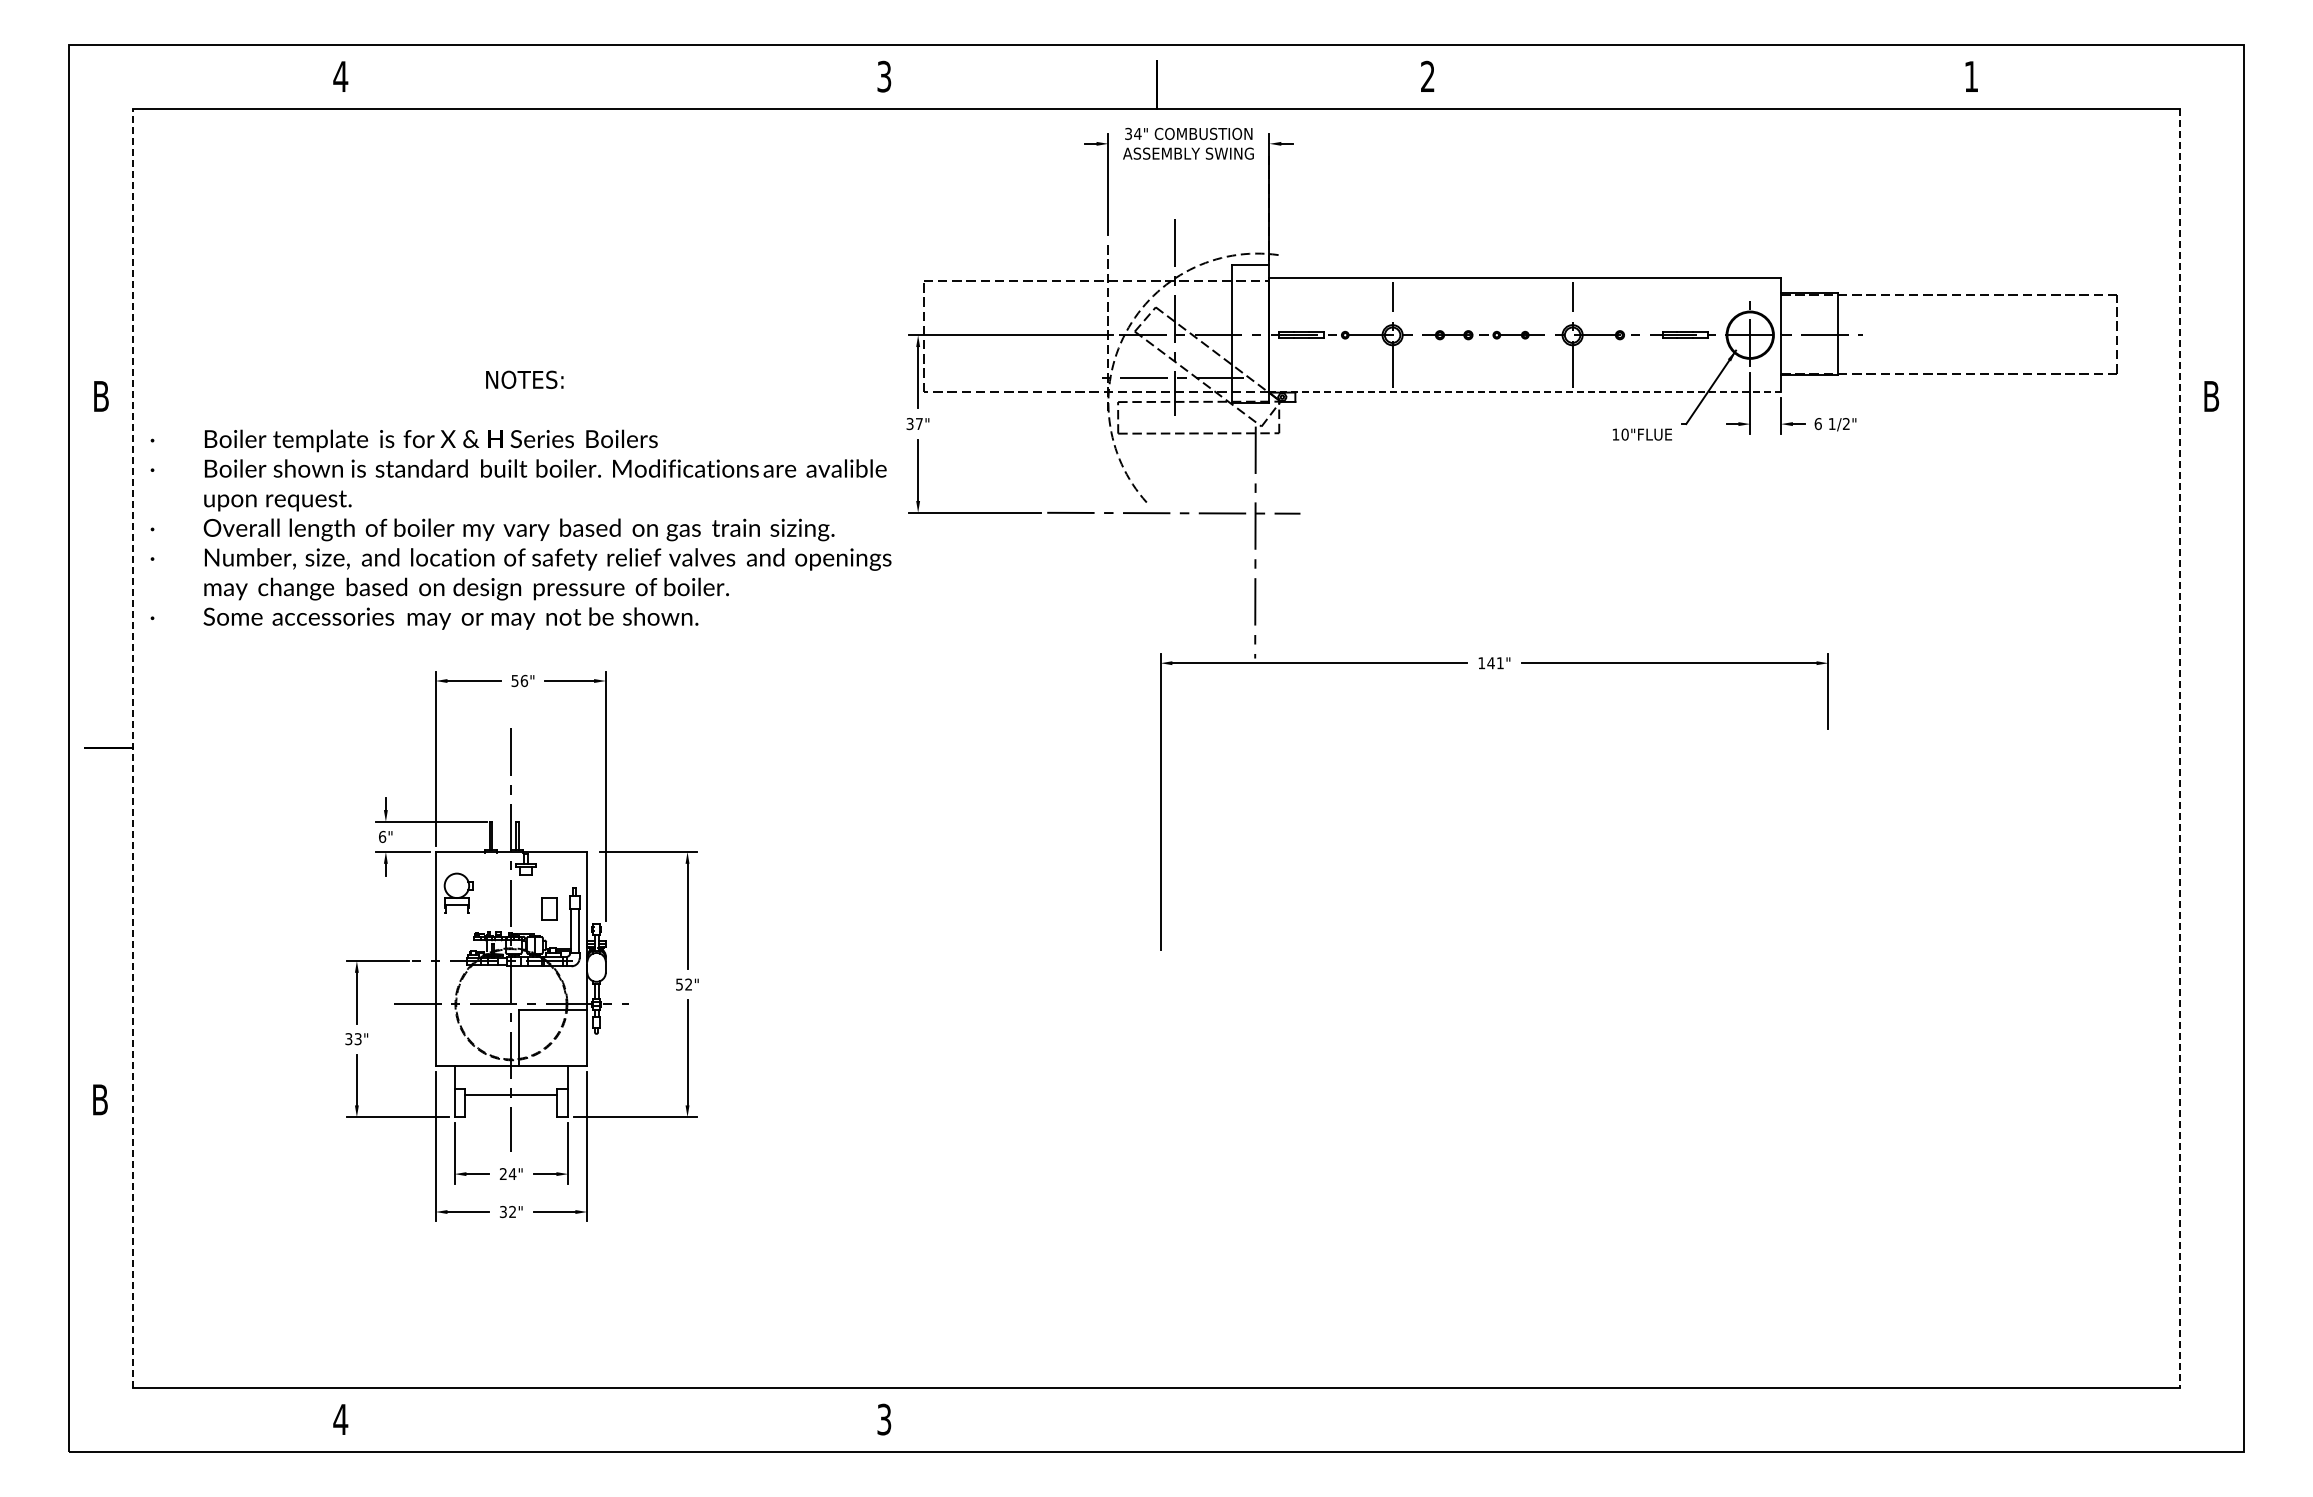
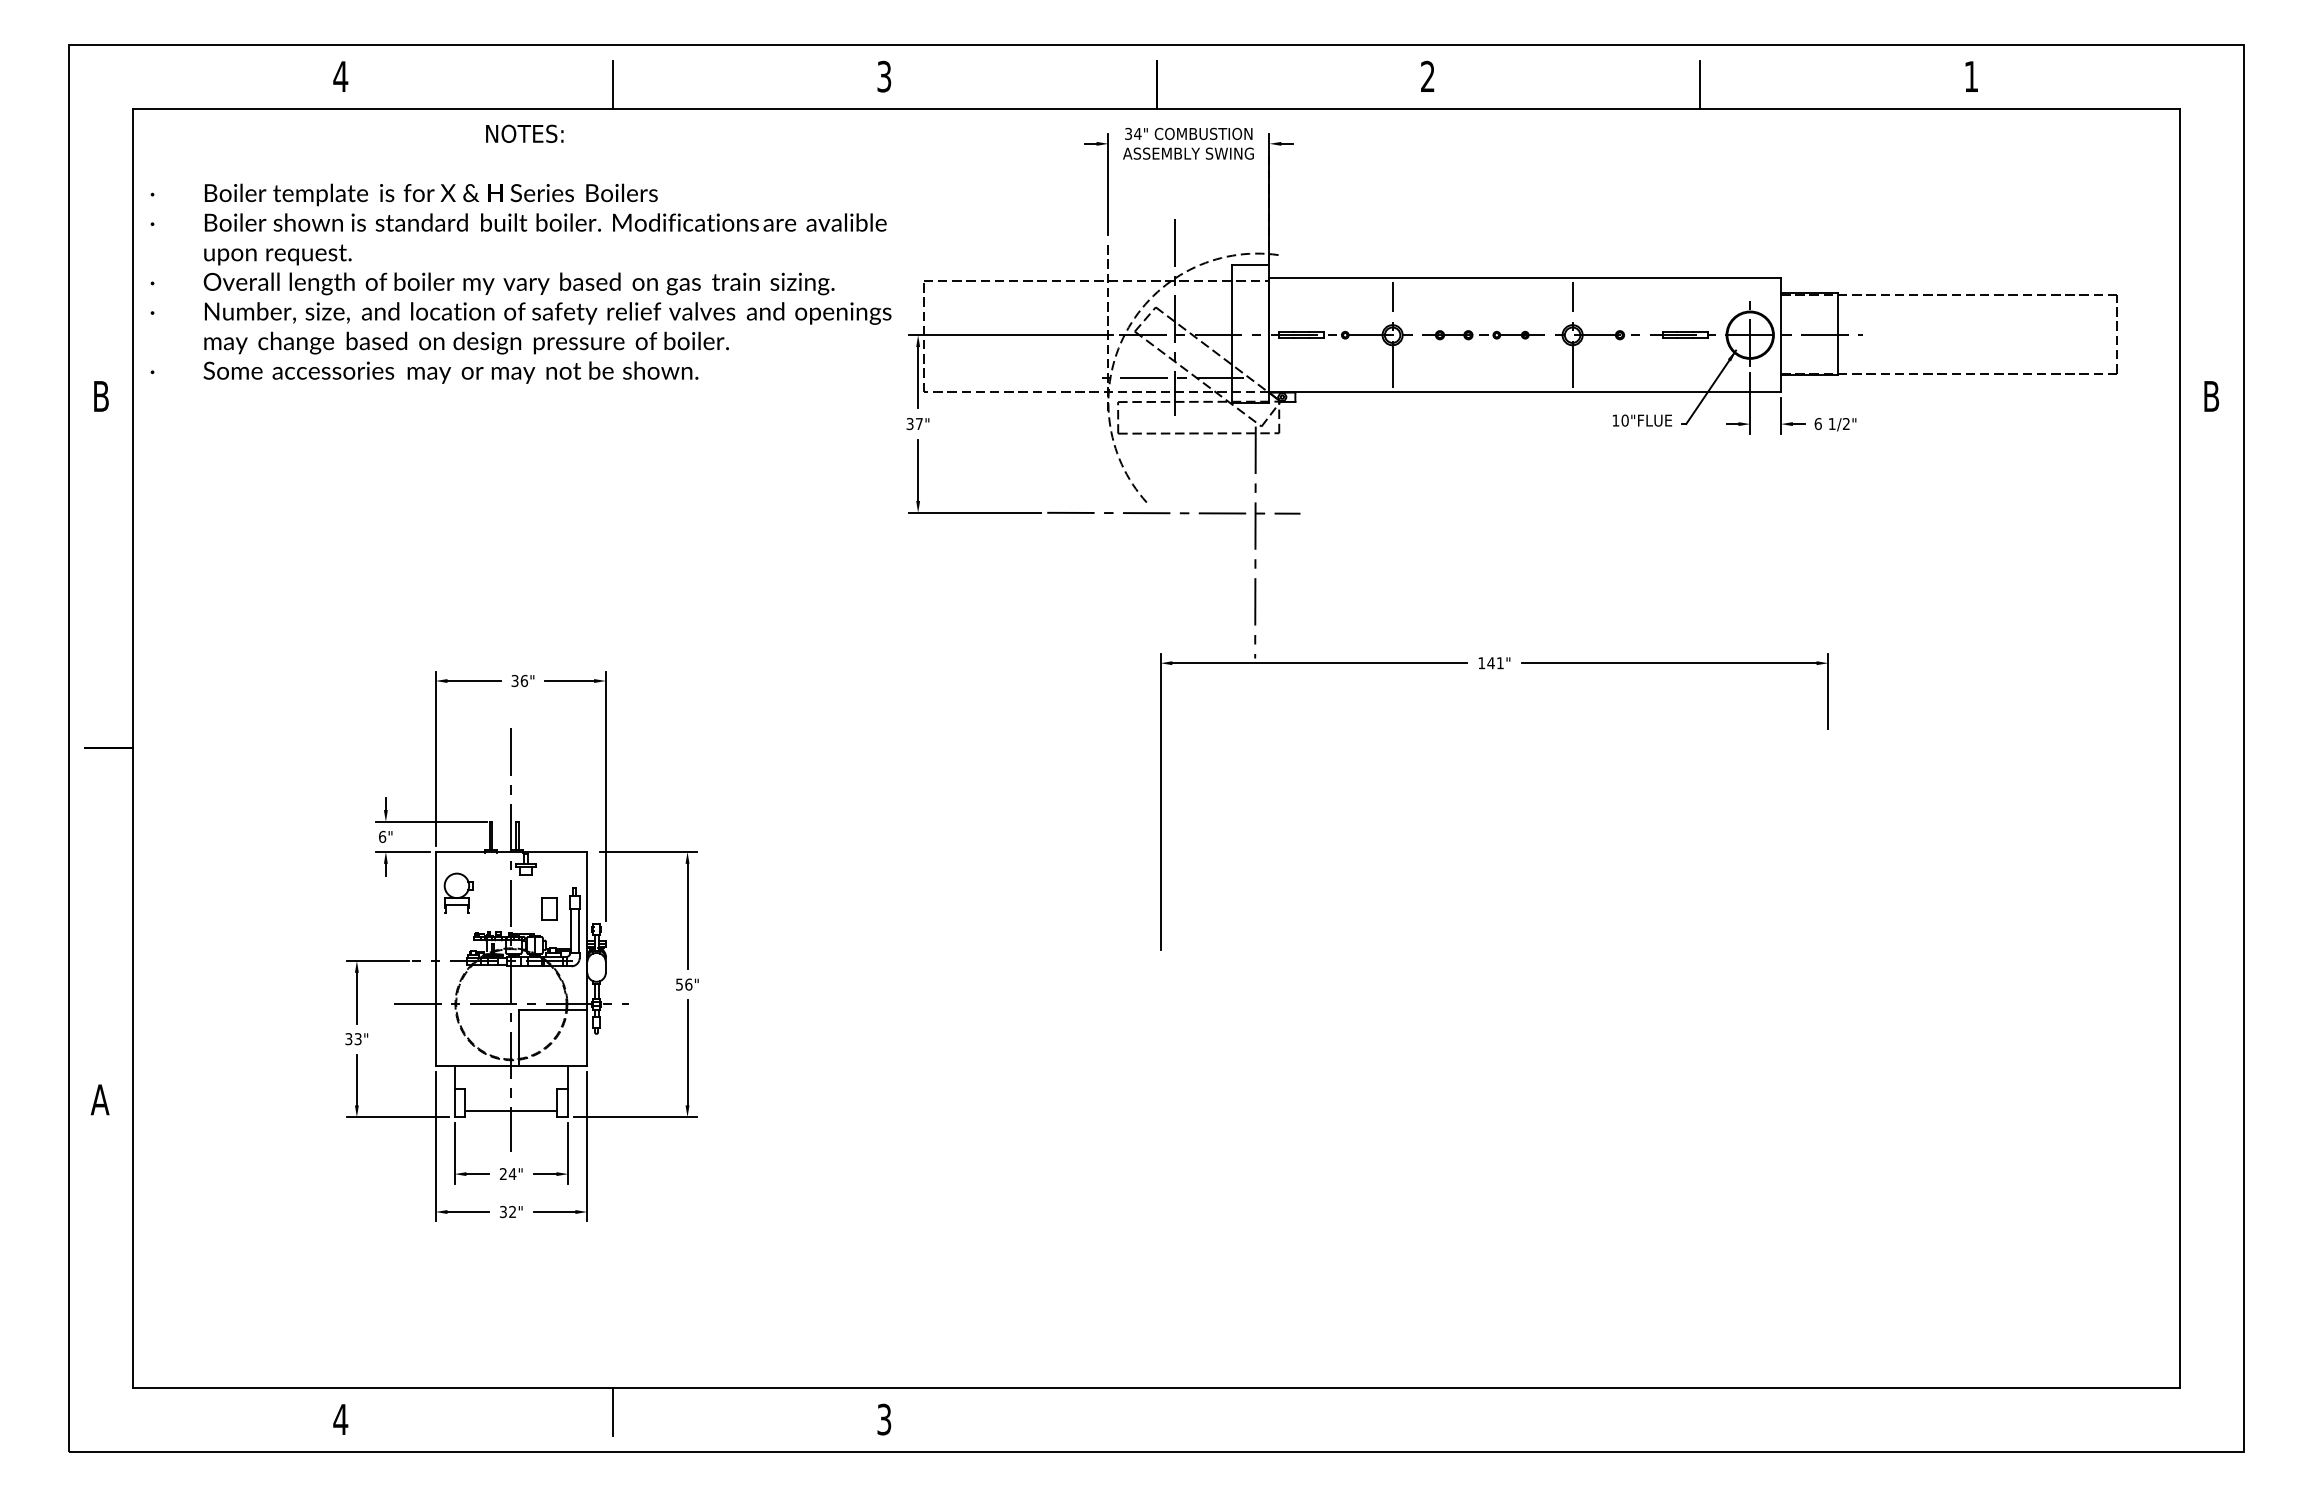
line at (612, 85): none -> present
line at (1700, 85): none -> present
line at (1525, 392): dashed -> solid
text at (1642, 434) position: (1642, 434) -> (1642, 420)
text at (520, 499) position: (520, 499) -> (520, 253)
text at (515, 680): 56" -> 36"
line at (133, 748): dashed -> solid
line at (2179, 748): dashed -> solid
text at (688, 984): 52" -> 56"
line at (511, 1094) position: (511, 1094) -> (511, 1110)
text at (99, 1099): B -> A
line at (612, 1411): none -> present
